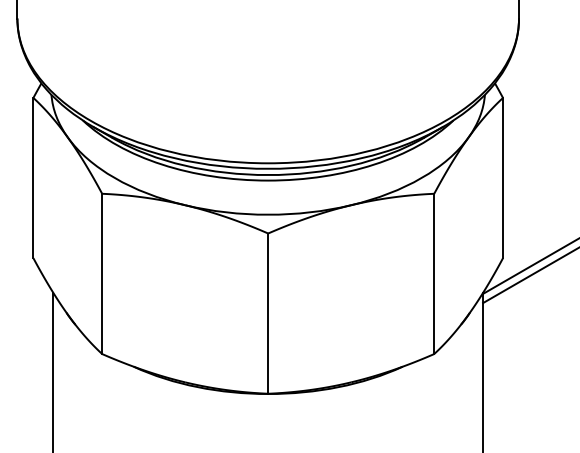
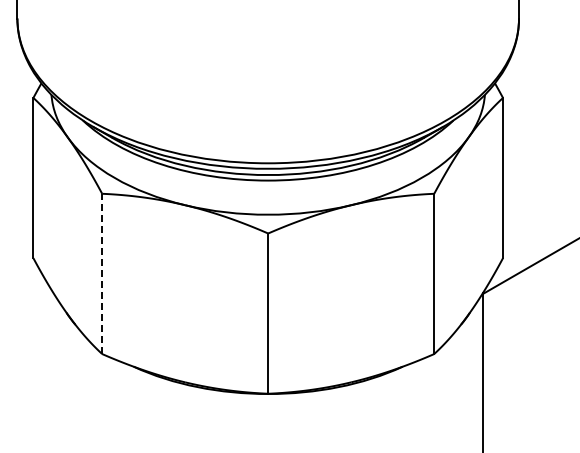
line at (102, 273): solid -> dashed
line at (529, 276): present -> none
line at (53, 370): present -> none
